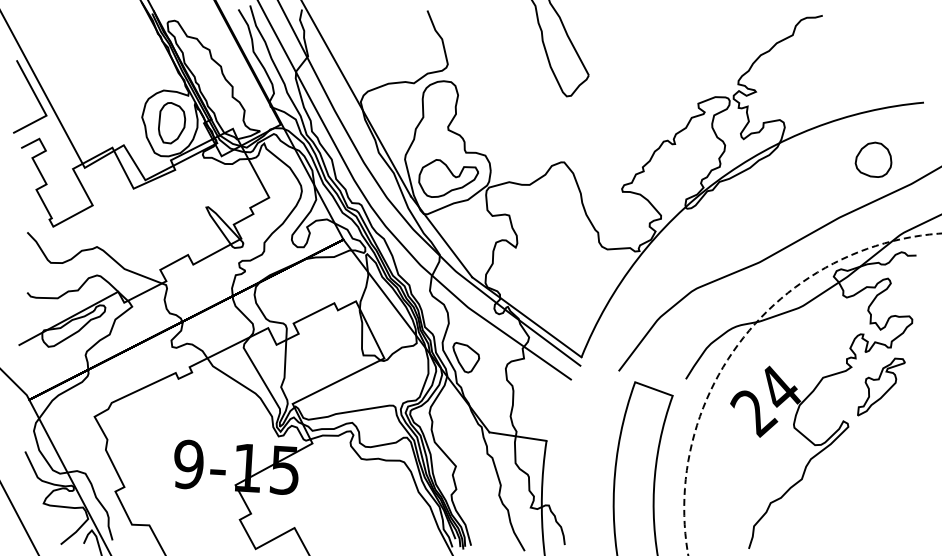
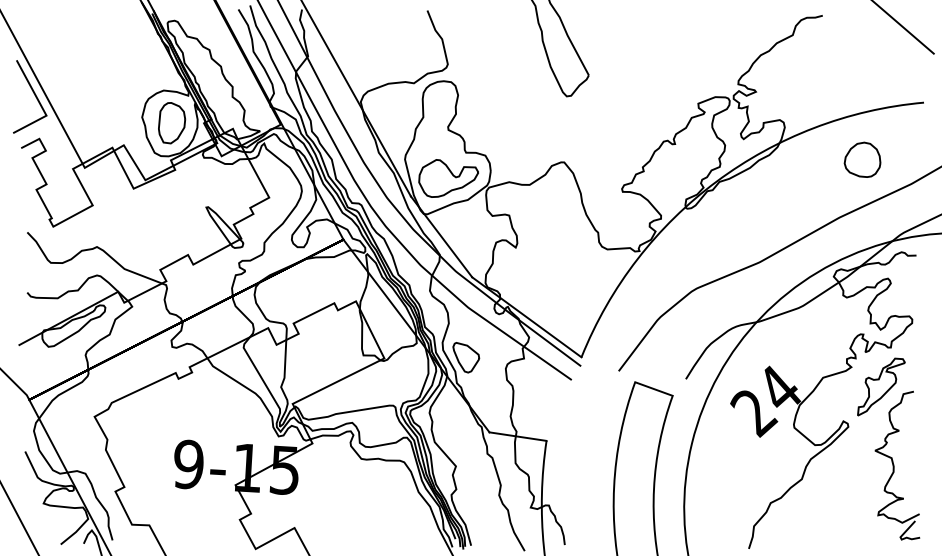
line at (903, 27): none -> present
part at (873, 159) position: (873, 159) -> (862, 159)
arc at (742, 339): dashed -> solid
part at (897, 465): none -> present
